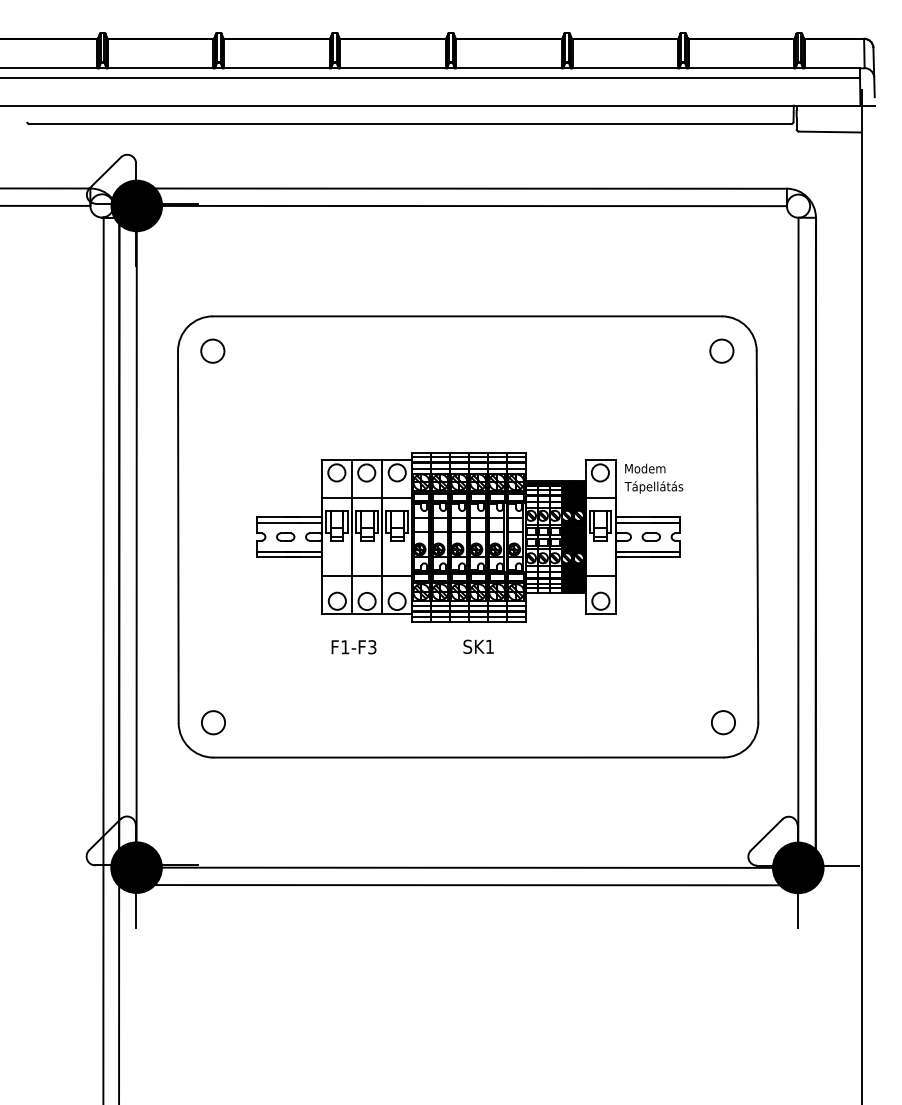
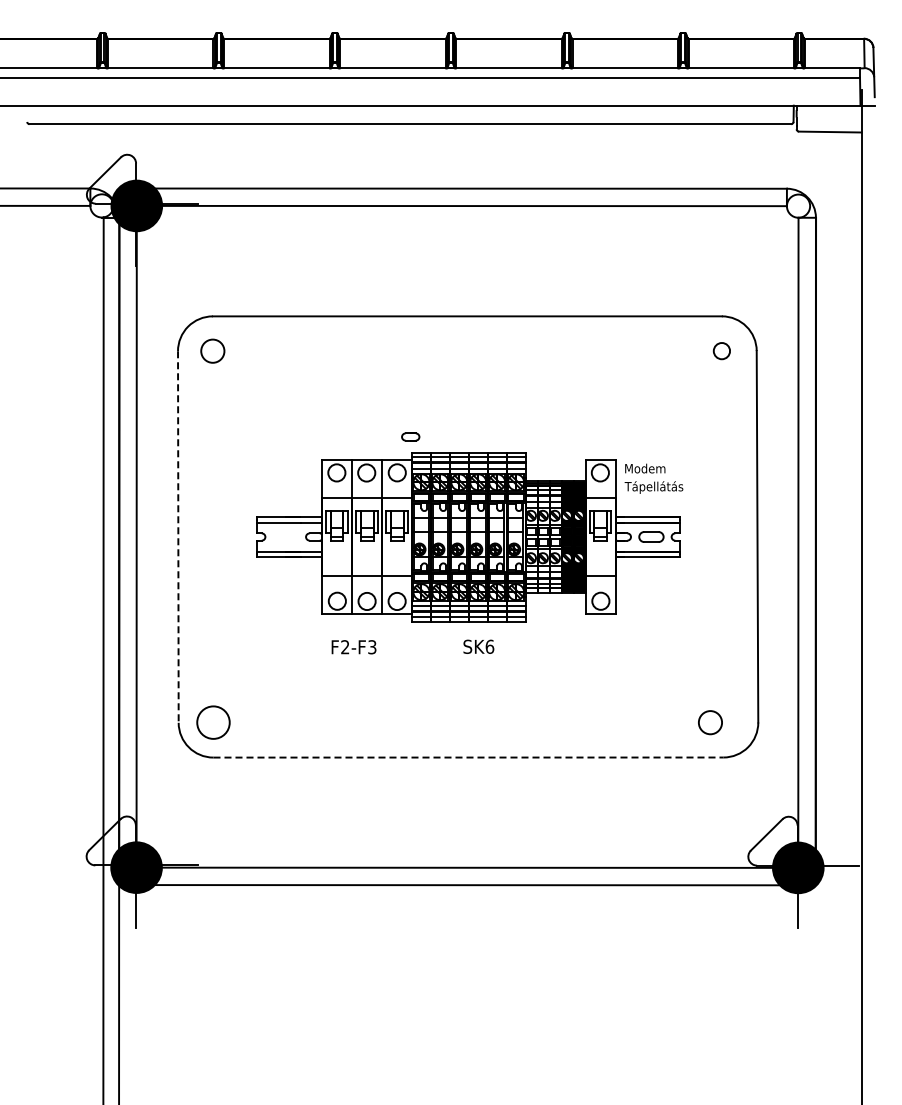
circle at (721, 350) size: 26x26 px -> 19x19 px
part at (285, 536) position: (285, 536) -> (410, 436)
part at (650, 536) size: 20x10 px -> 27x12 px
line at (178, 537): solid -> dashed
text at (489, 646): SK1 -> SK6
text at (345, 647): F1-F3 -> F2-F3
circle at (213, 722) size: 25x26 px -> 35x35 px
circle at (723, 722) position: (723, 722) -> (710, 722)
line at (468, 757): solid -> dashed
